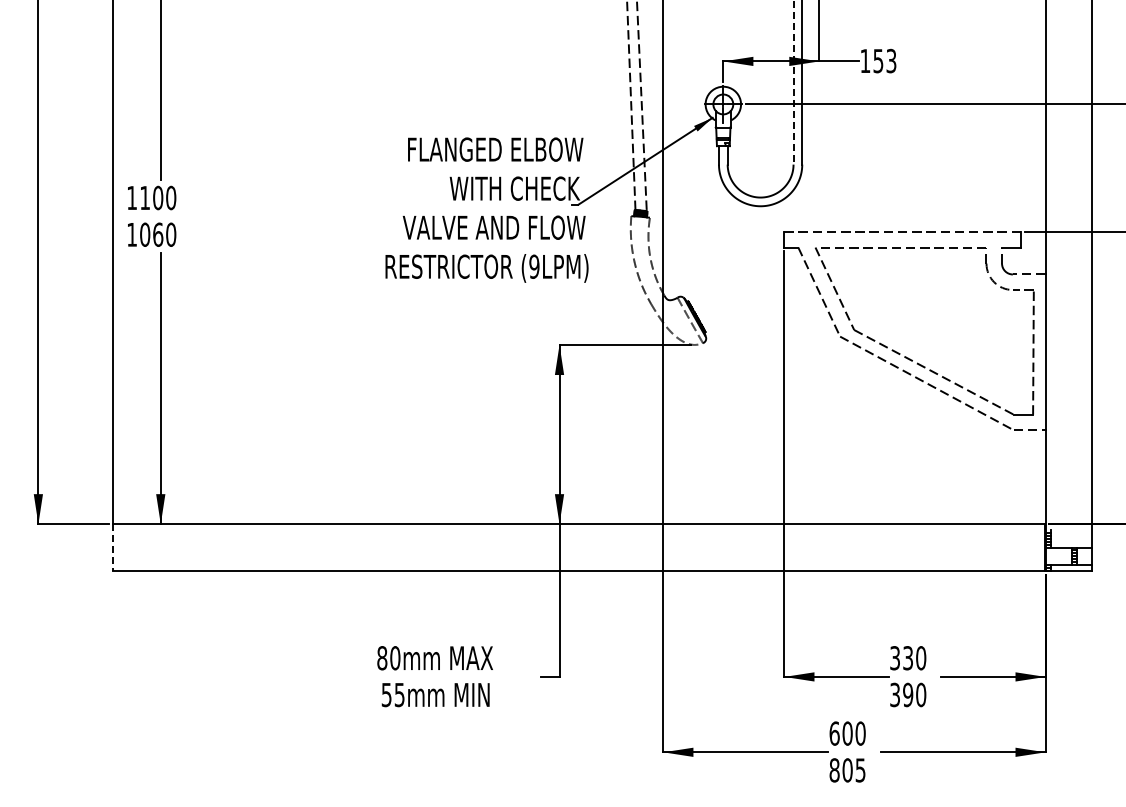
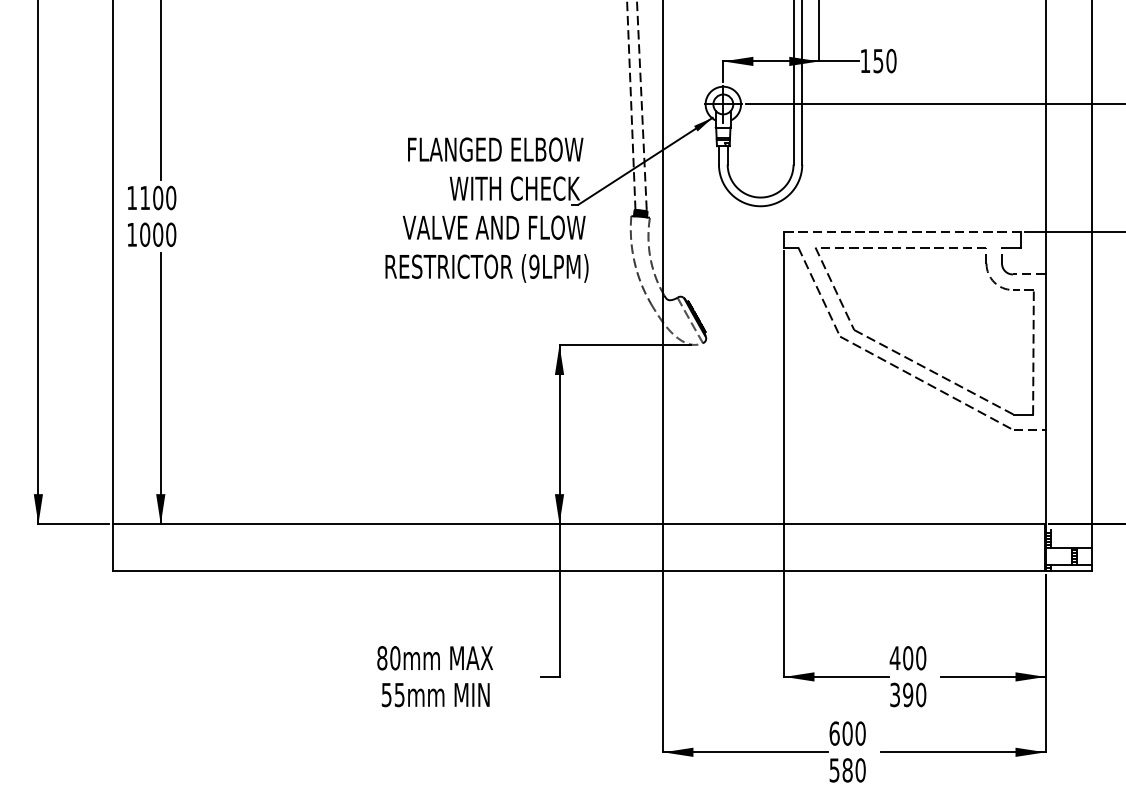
text at (891, 60): 153 -> 150
line at (793, 82): dashed -> solid
text at (158, 234): 1060 -> 1000
line at (113, 548): dashed -> solid
text at (901, 658): 330 -> 400
text at (847, 770): 805 -> 580
